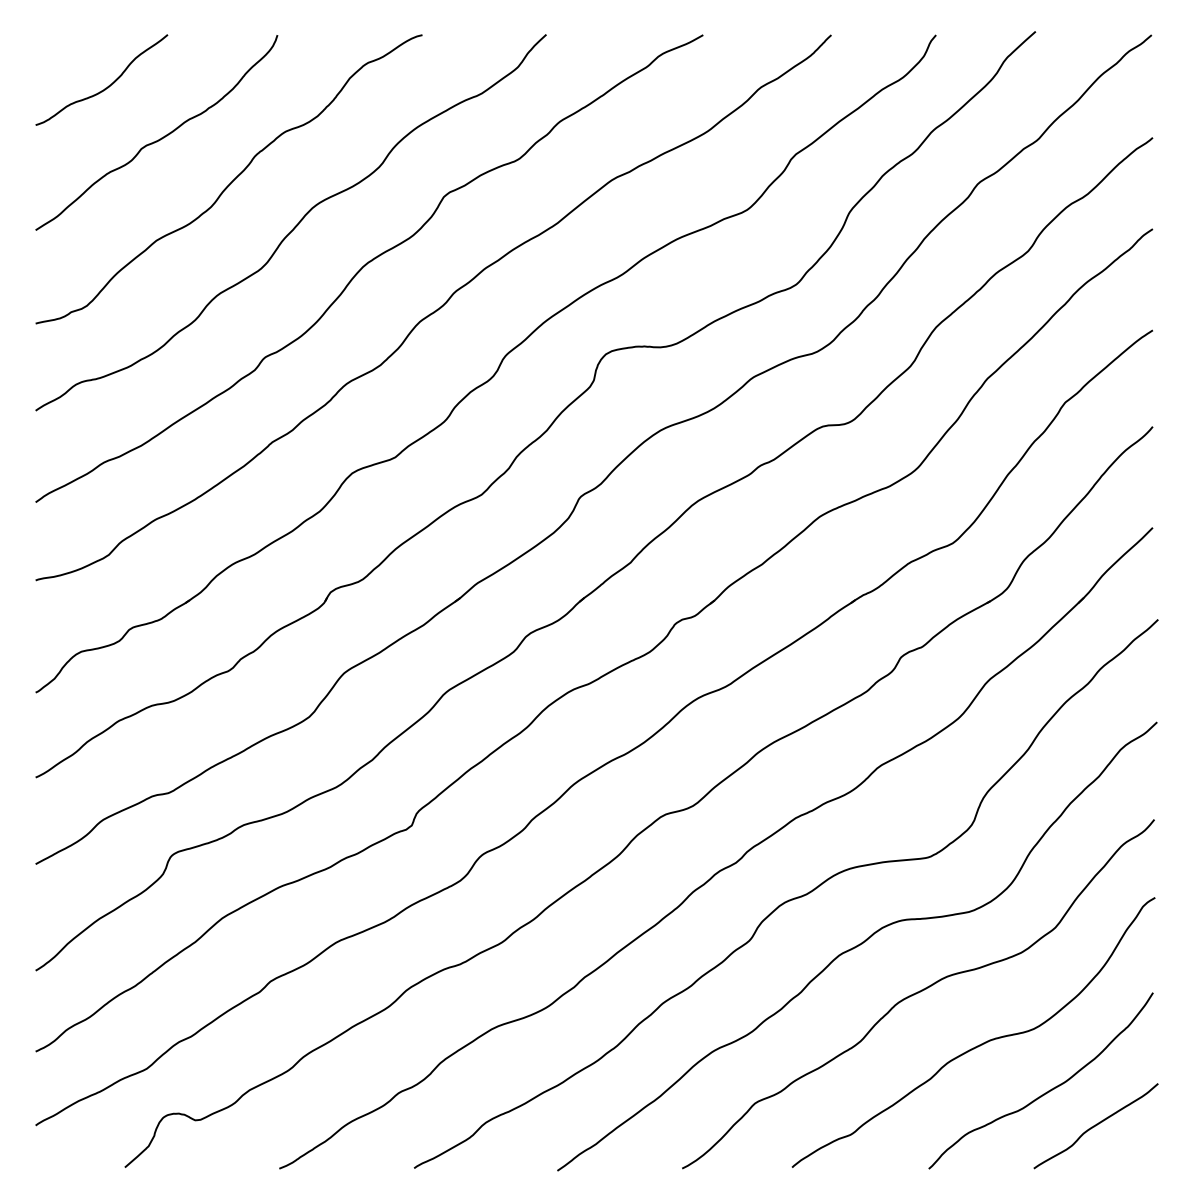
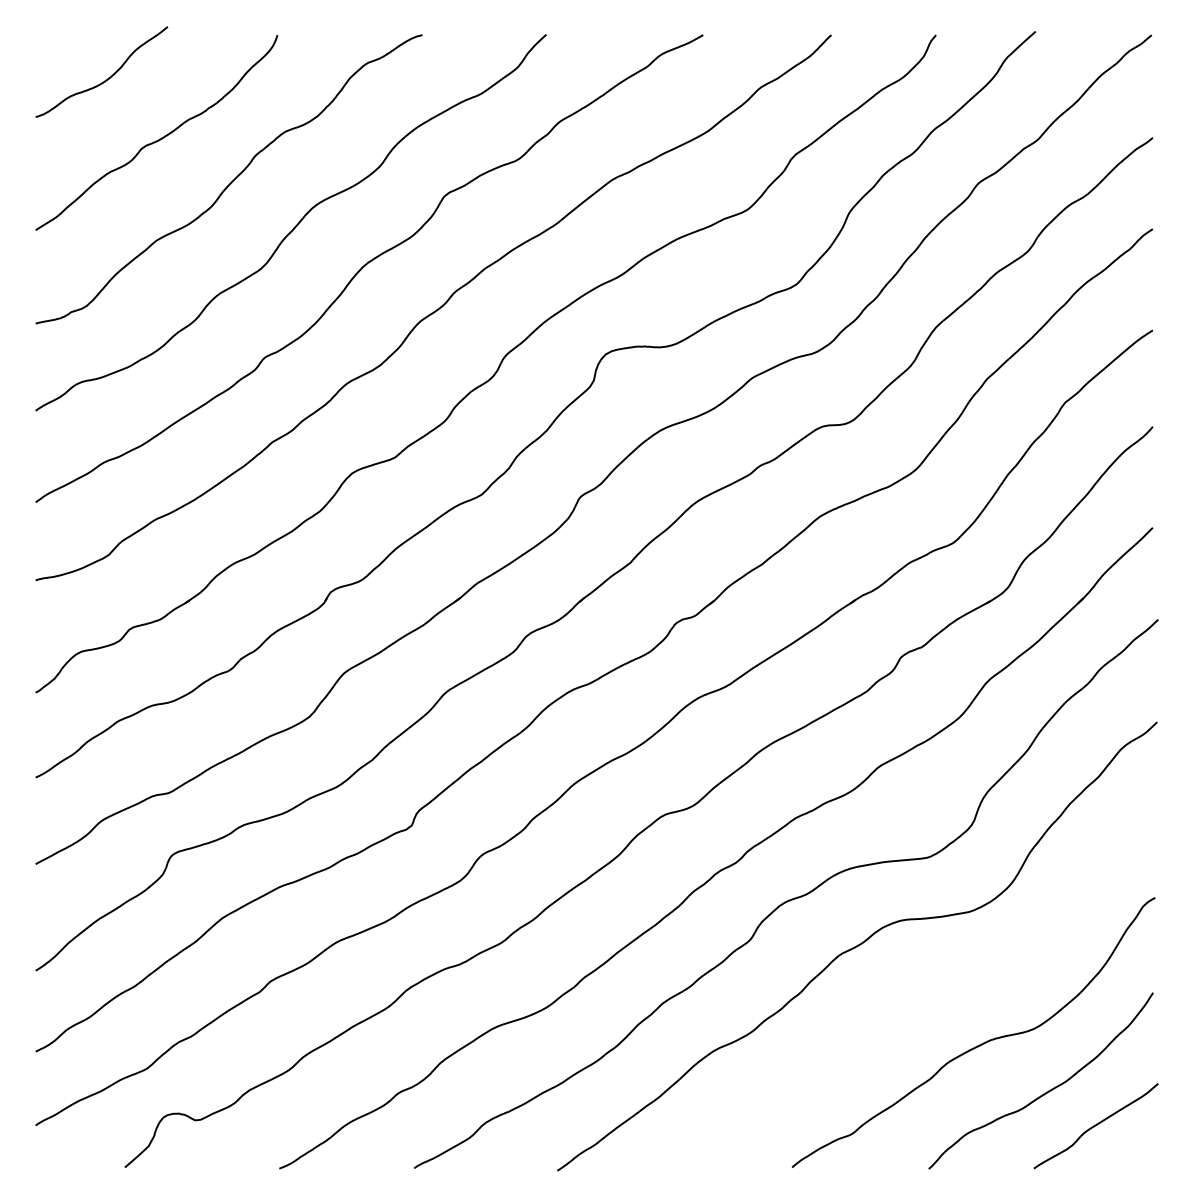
curve at (105, 87) position: (105, 87) -> (105, 79)
curve at (918, 993): present -> none
